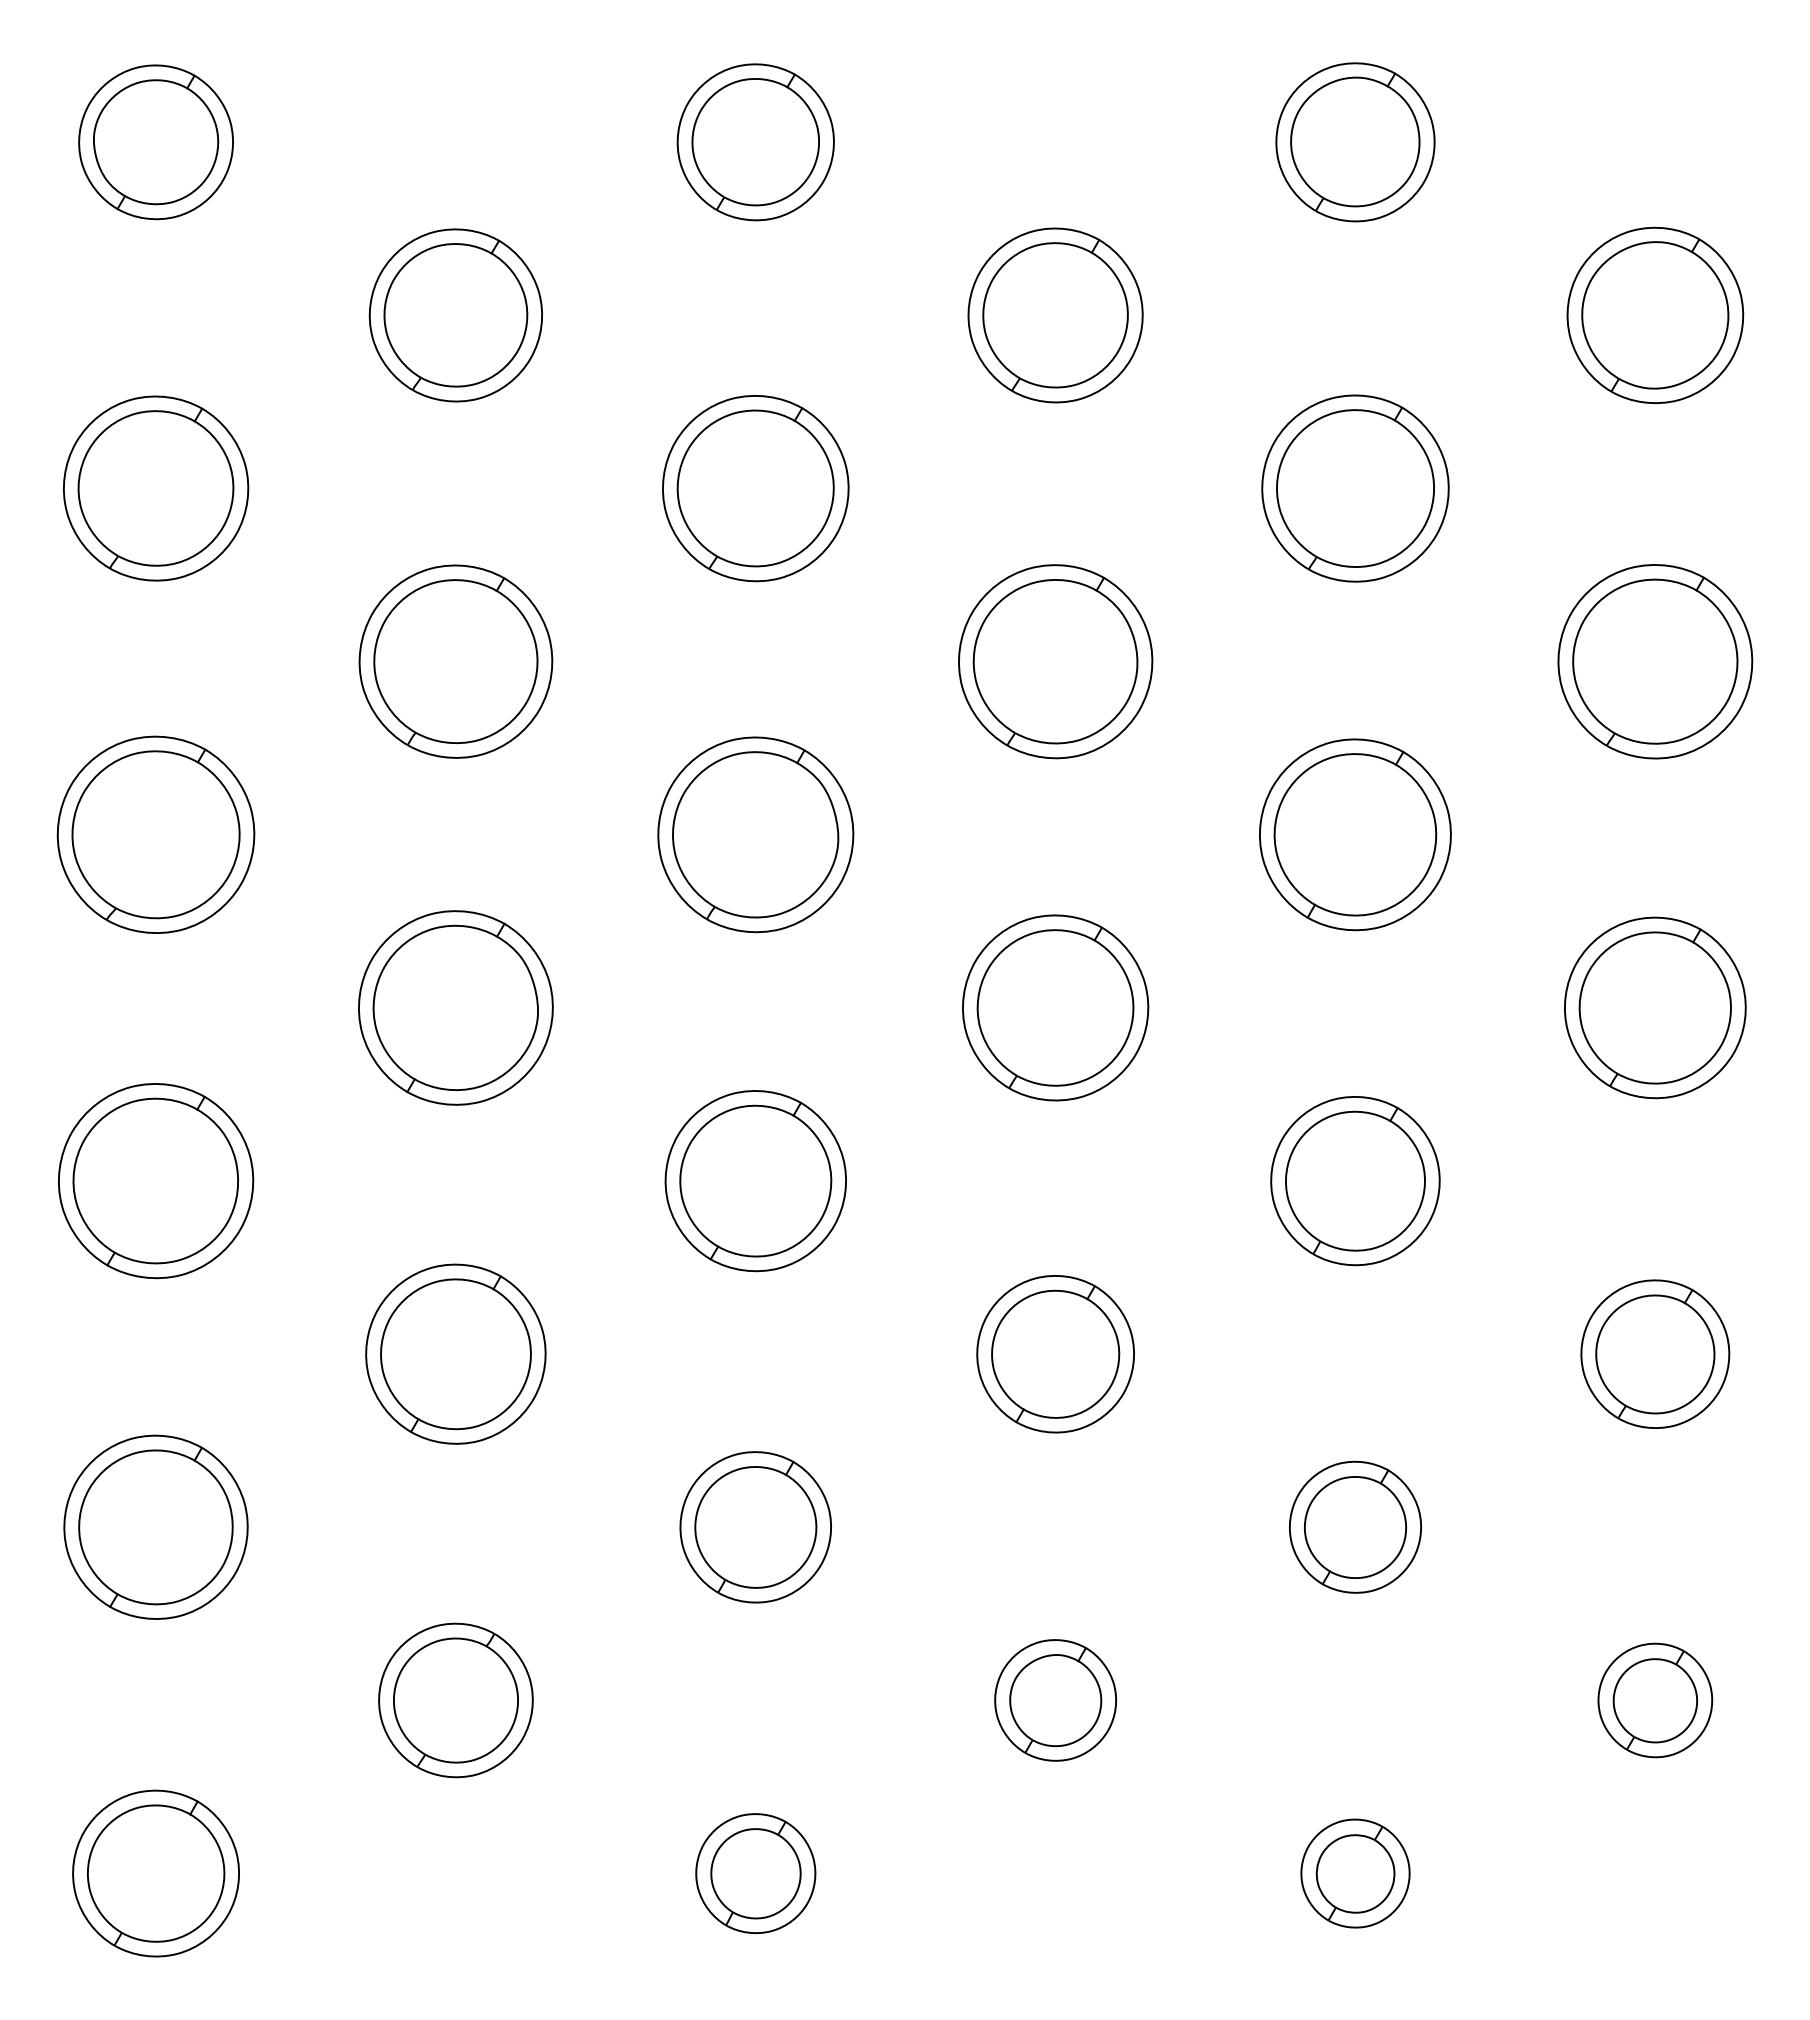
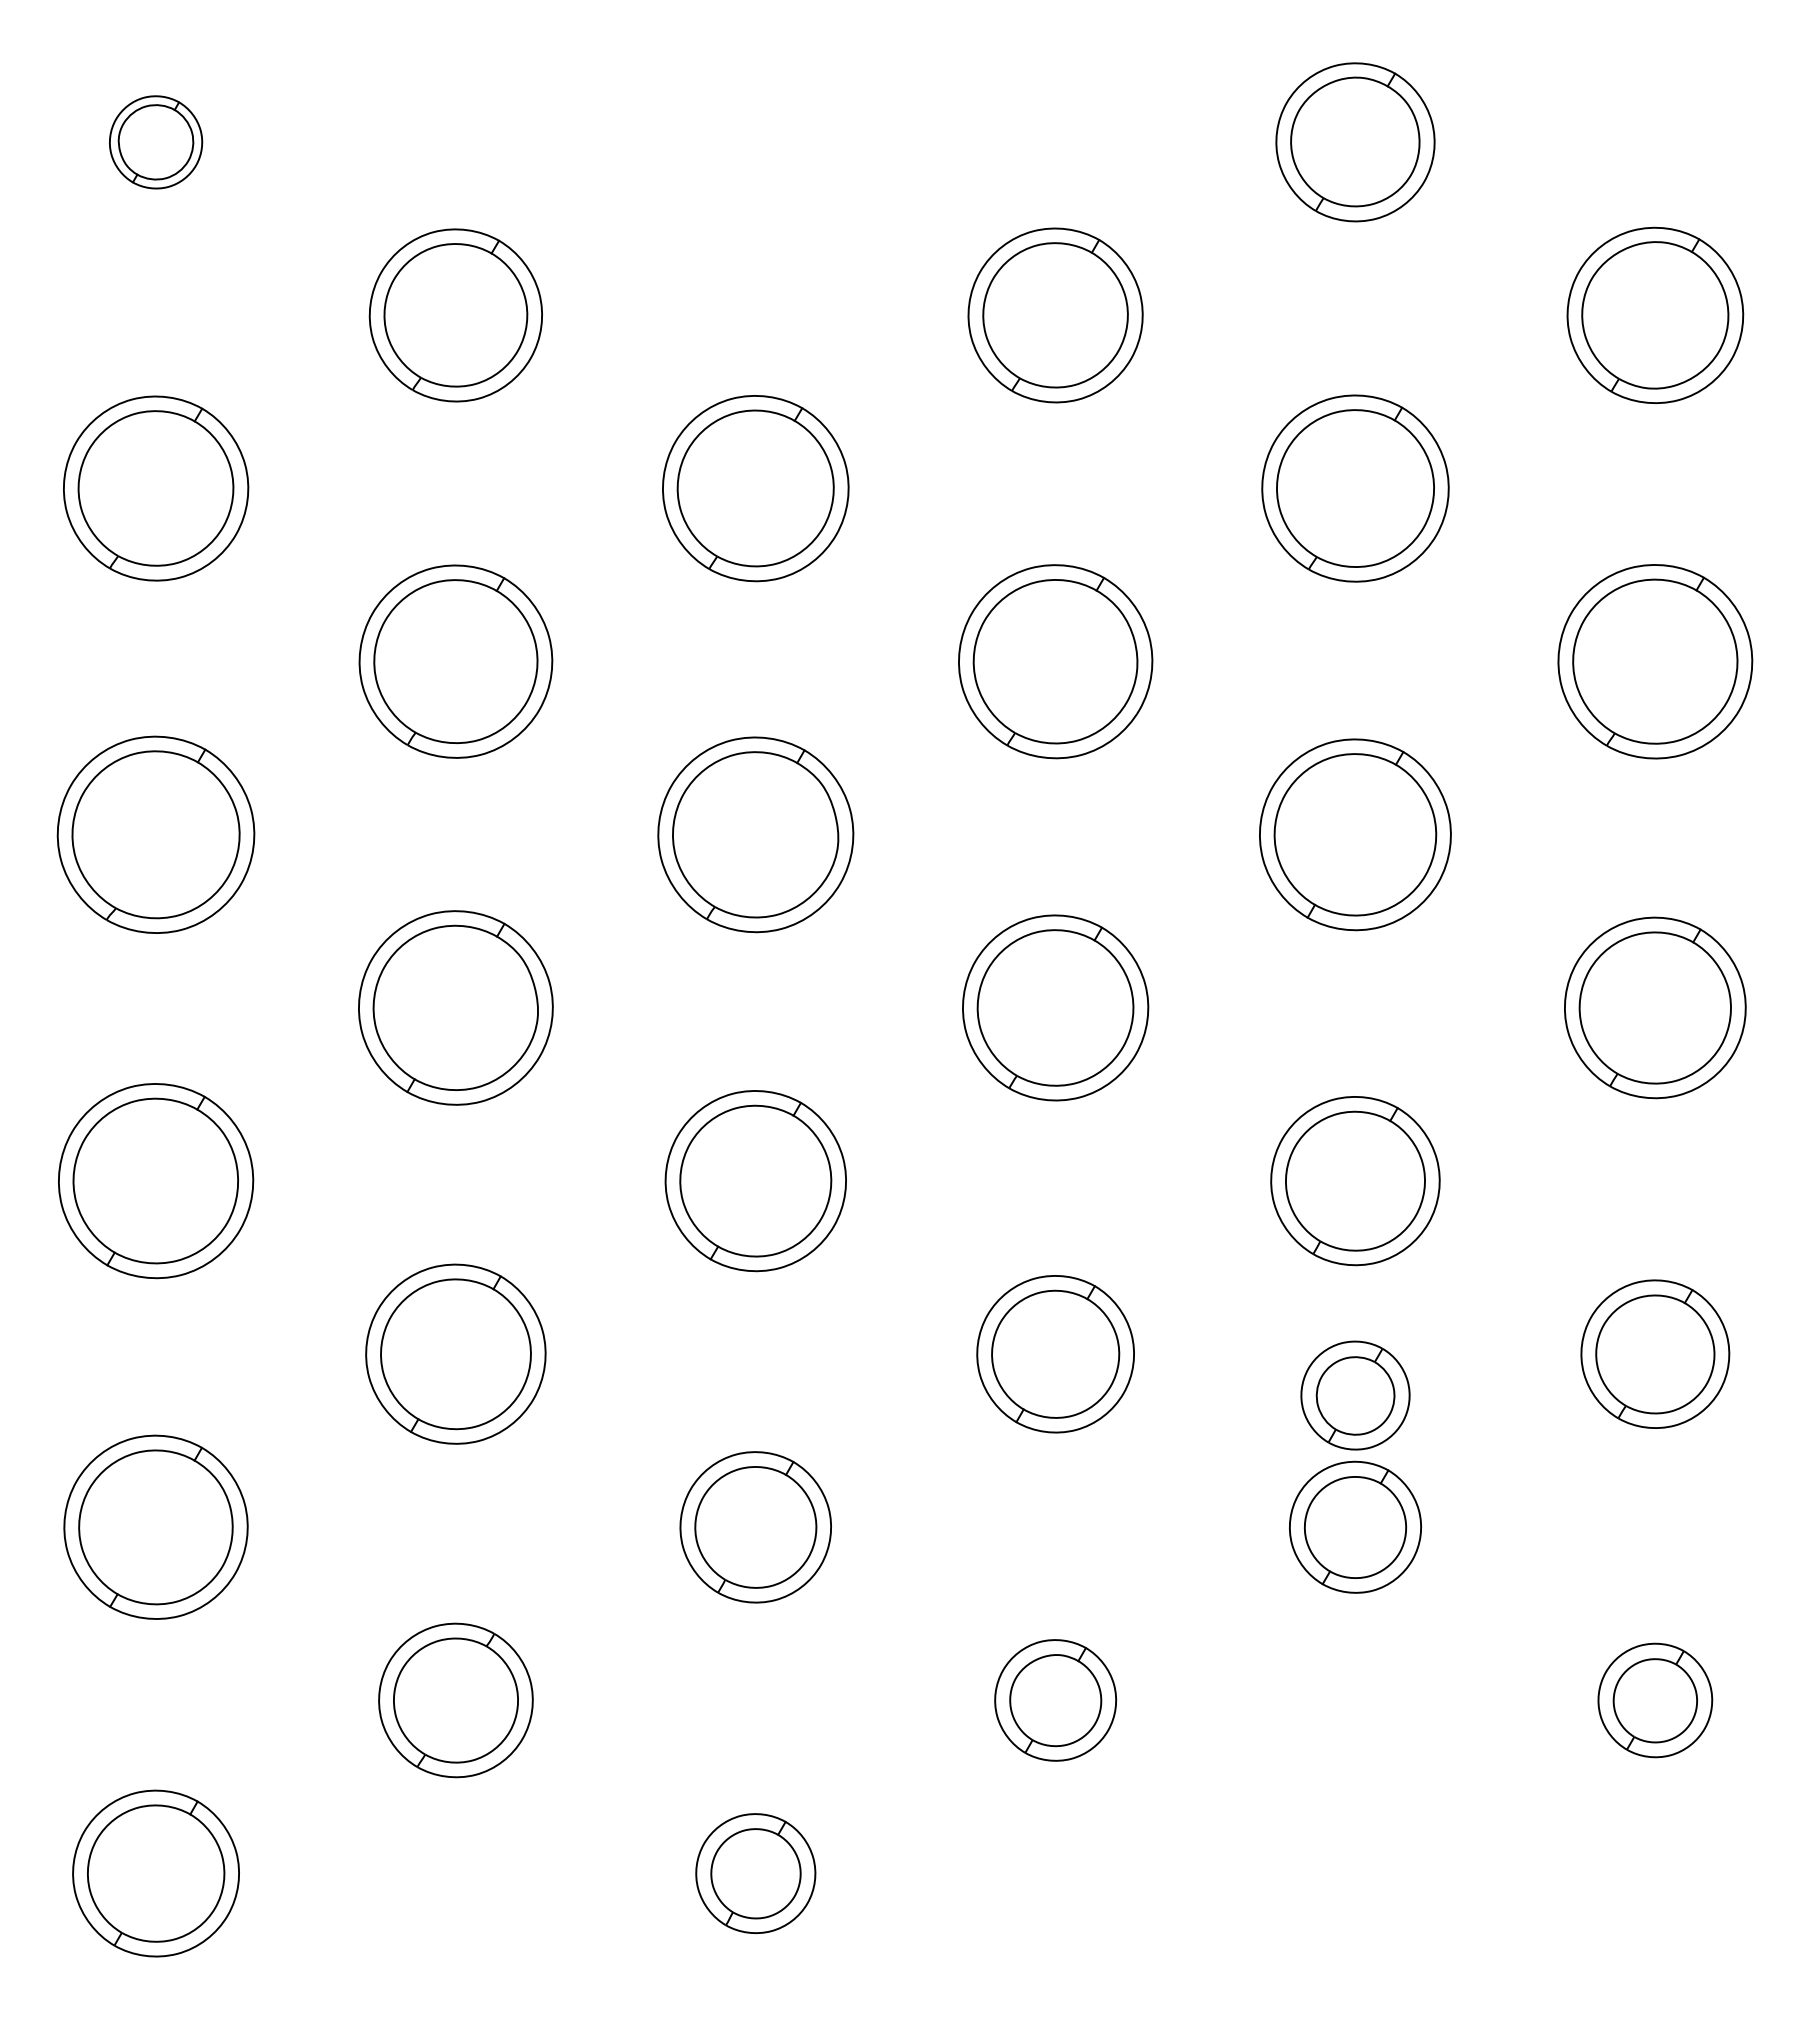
part at (155, 142) size: 156x157 px -> 95x95 px
part at (755, 142): present -> none
part at (1355, 1873) position: (1355, 1873) -> (1355, 1395)
